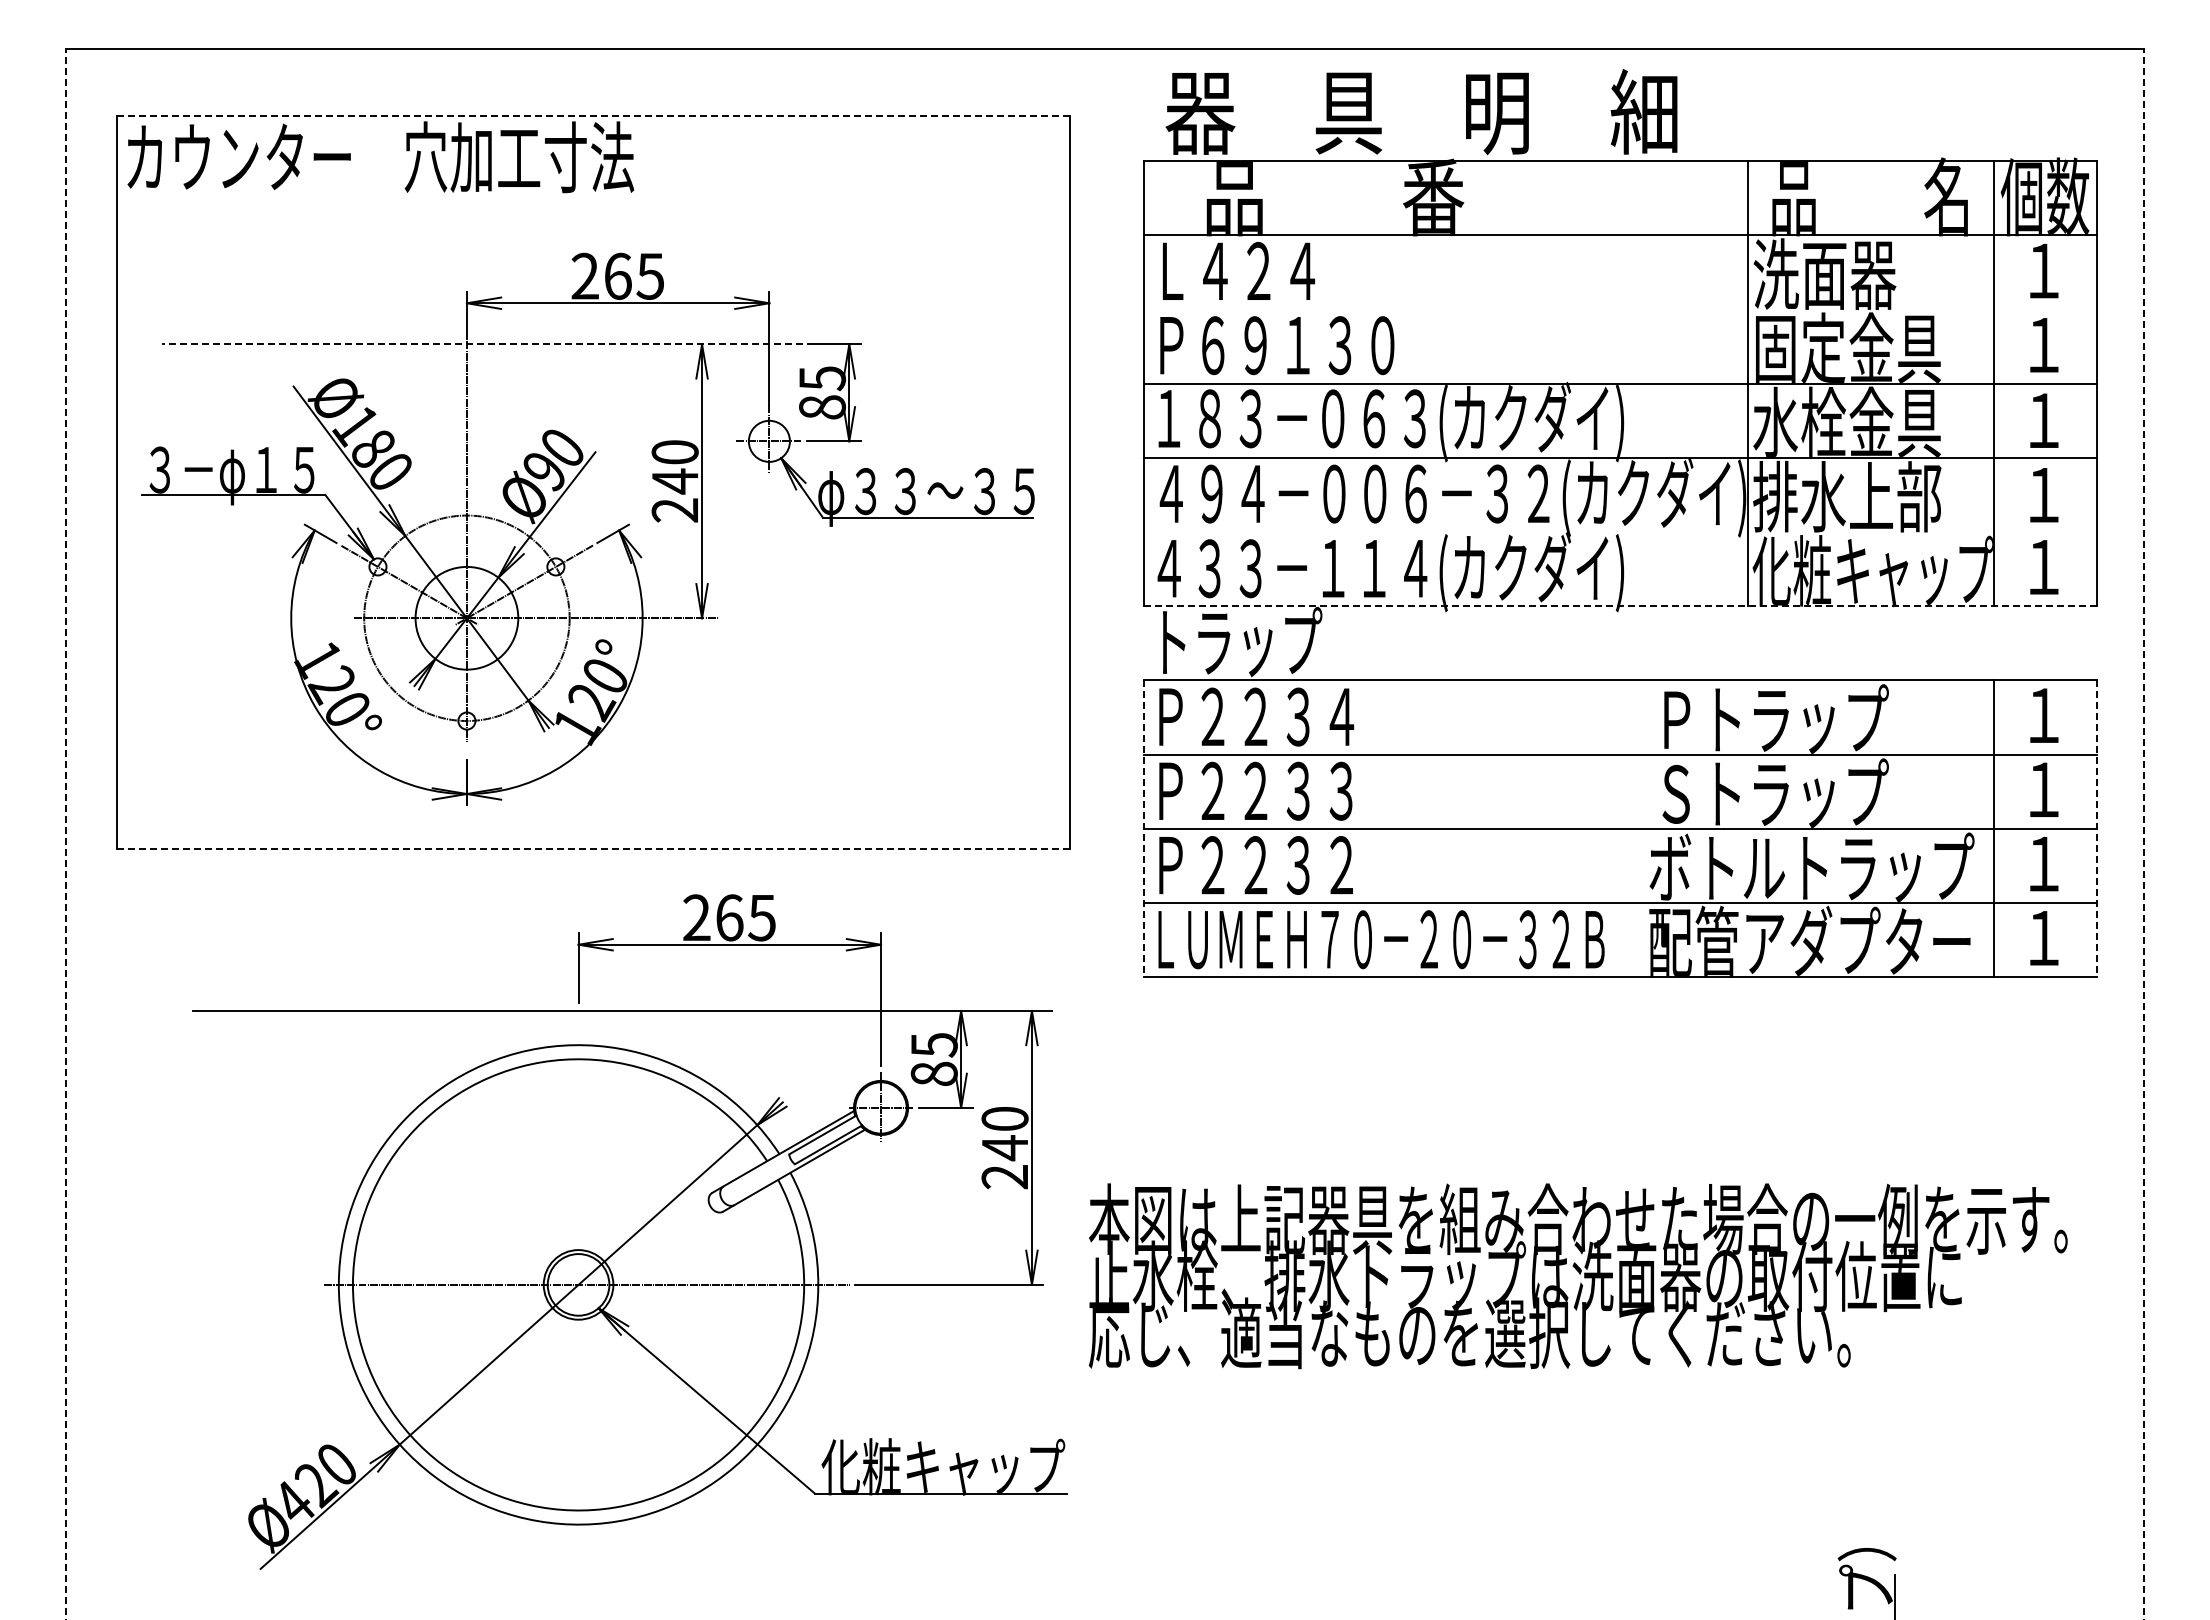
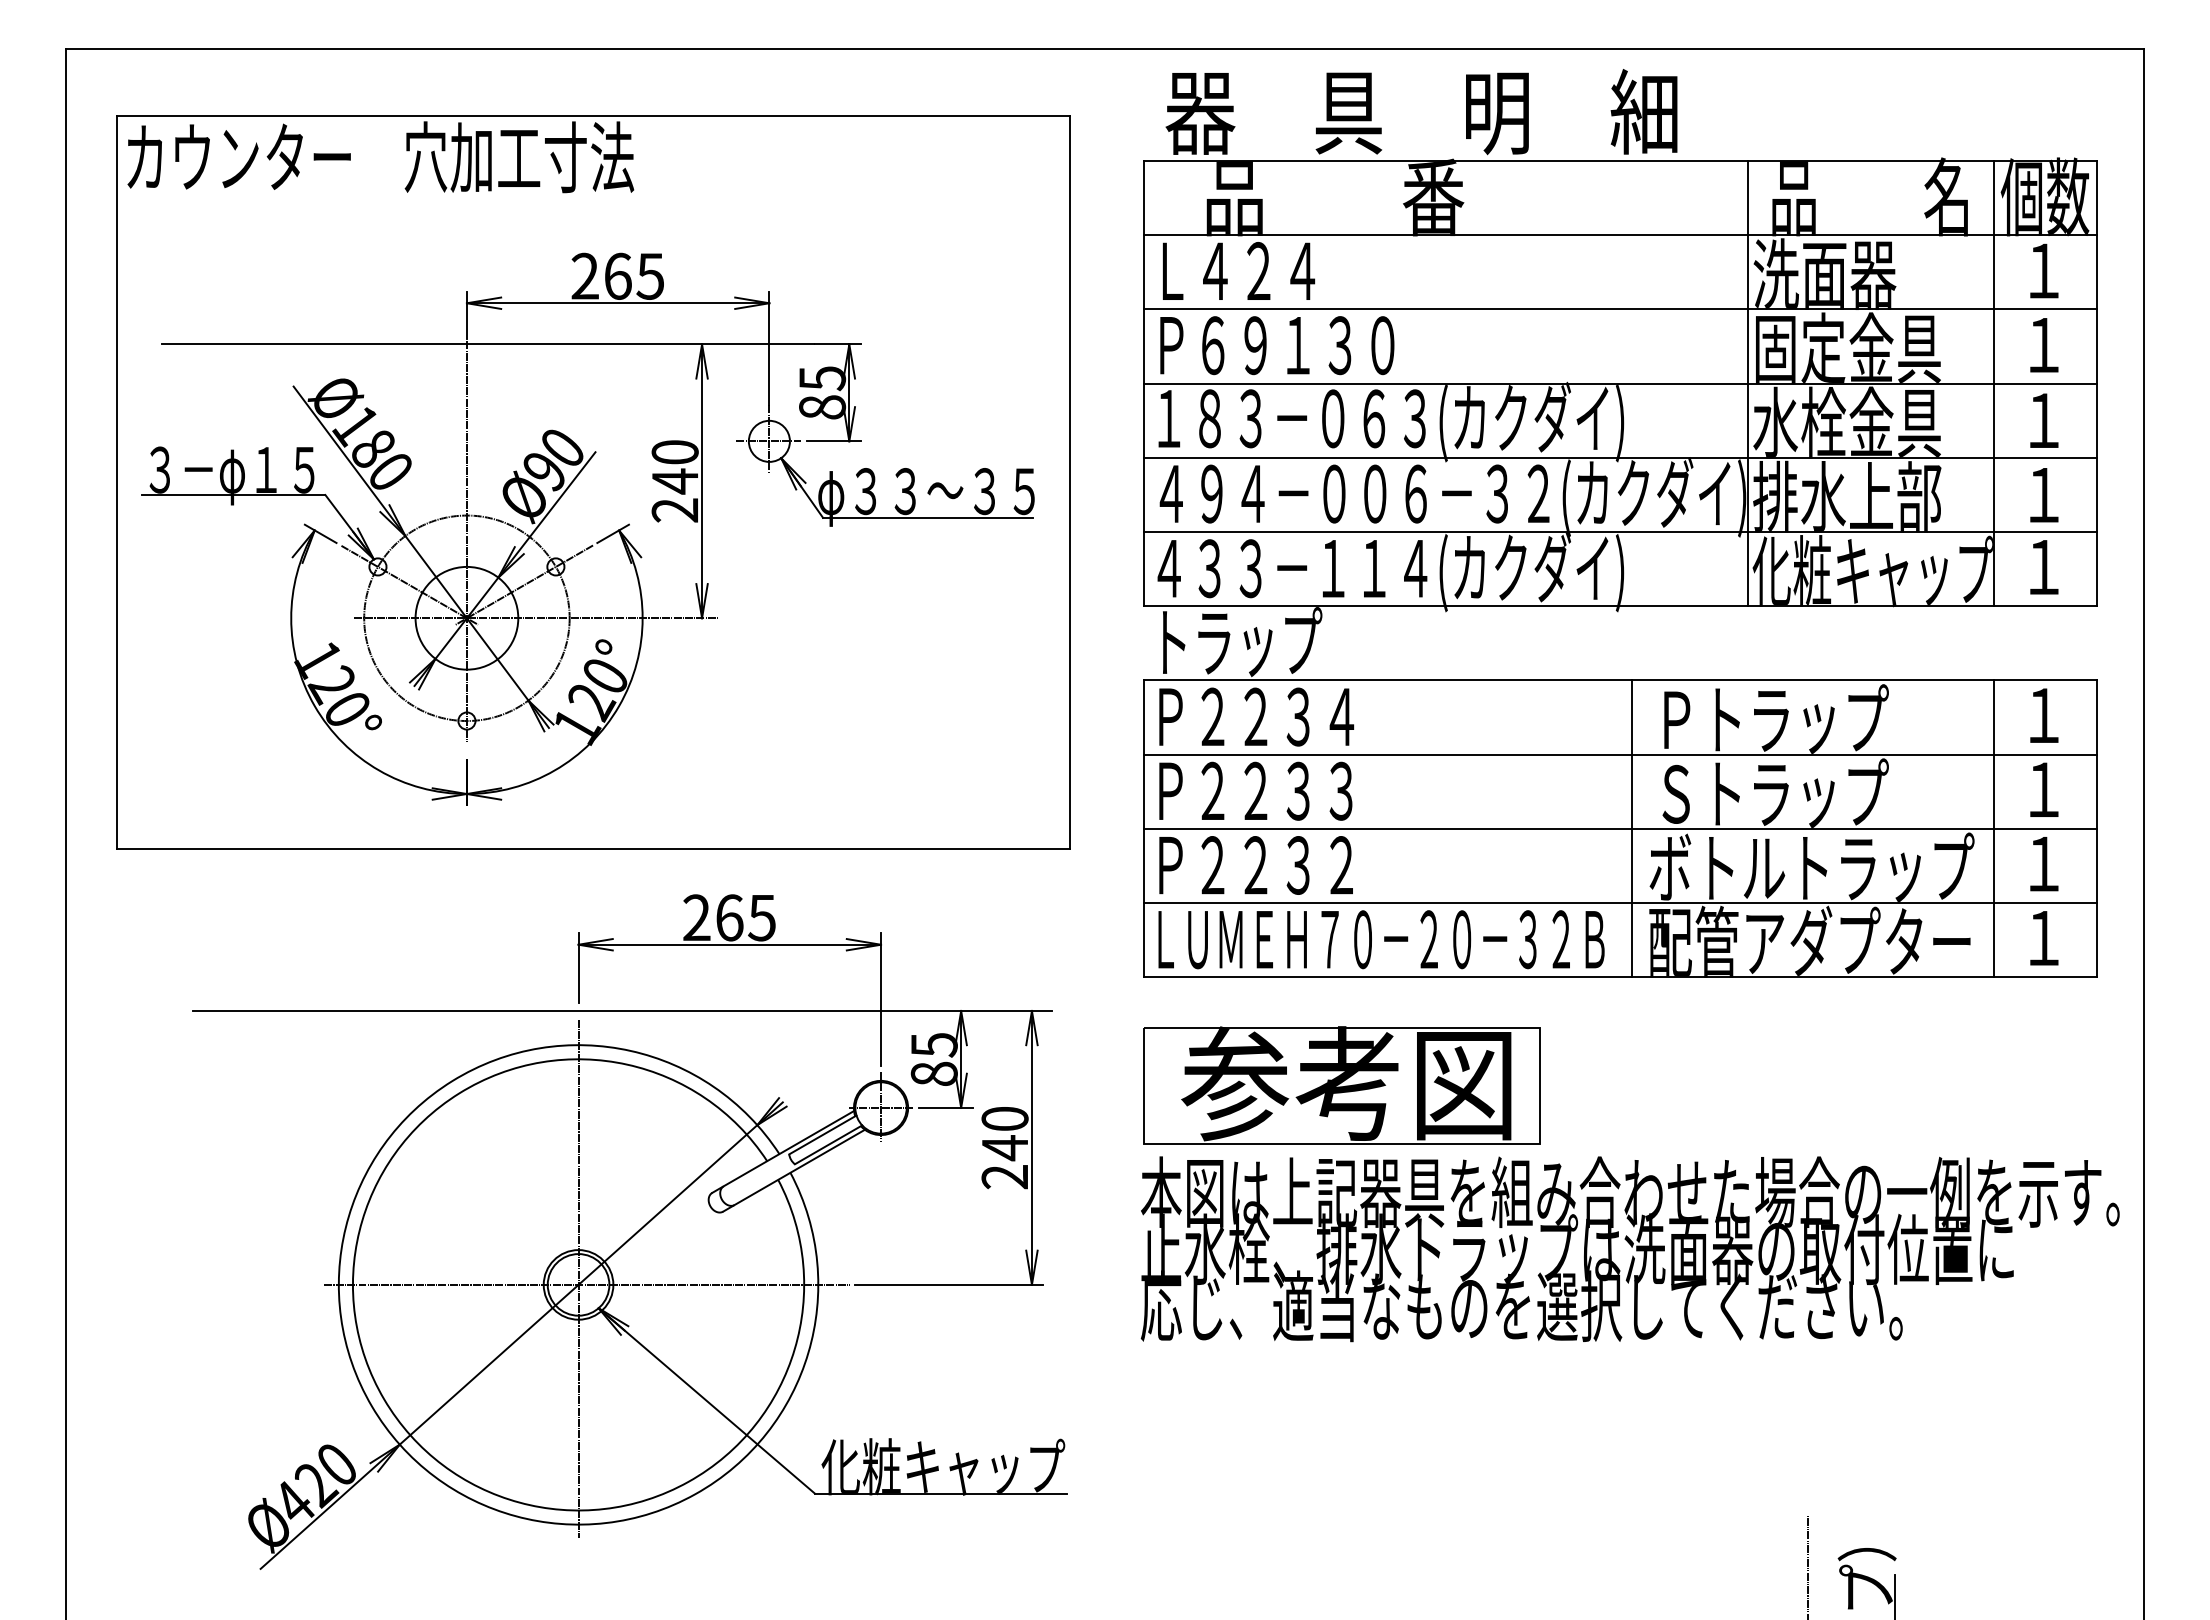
line at (593, 116): dashed -> solid
line at (1619, 309): none -> present
line at (488, 344): dashed -> solid
line at (1619, 531): none -> present
line at (1620, 606): dashed -> solid
line at (1632, 828): none -> present
line at (1143, 829): dashed -> solid
line at (2096, 829): dashed -> solid
line at (66, 833): dashed -> solid
line at (2143, 833): dashed -> solid
line at (593, 848): dashed -> solid
part at (1341, 1085): none -> present
text at (1577, 1276) position: (1577, 1276) -> (1629, 1249)
line at (578, 1278): none -> present
line at (1808, 1566): none -> present
